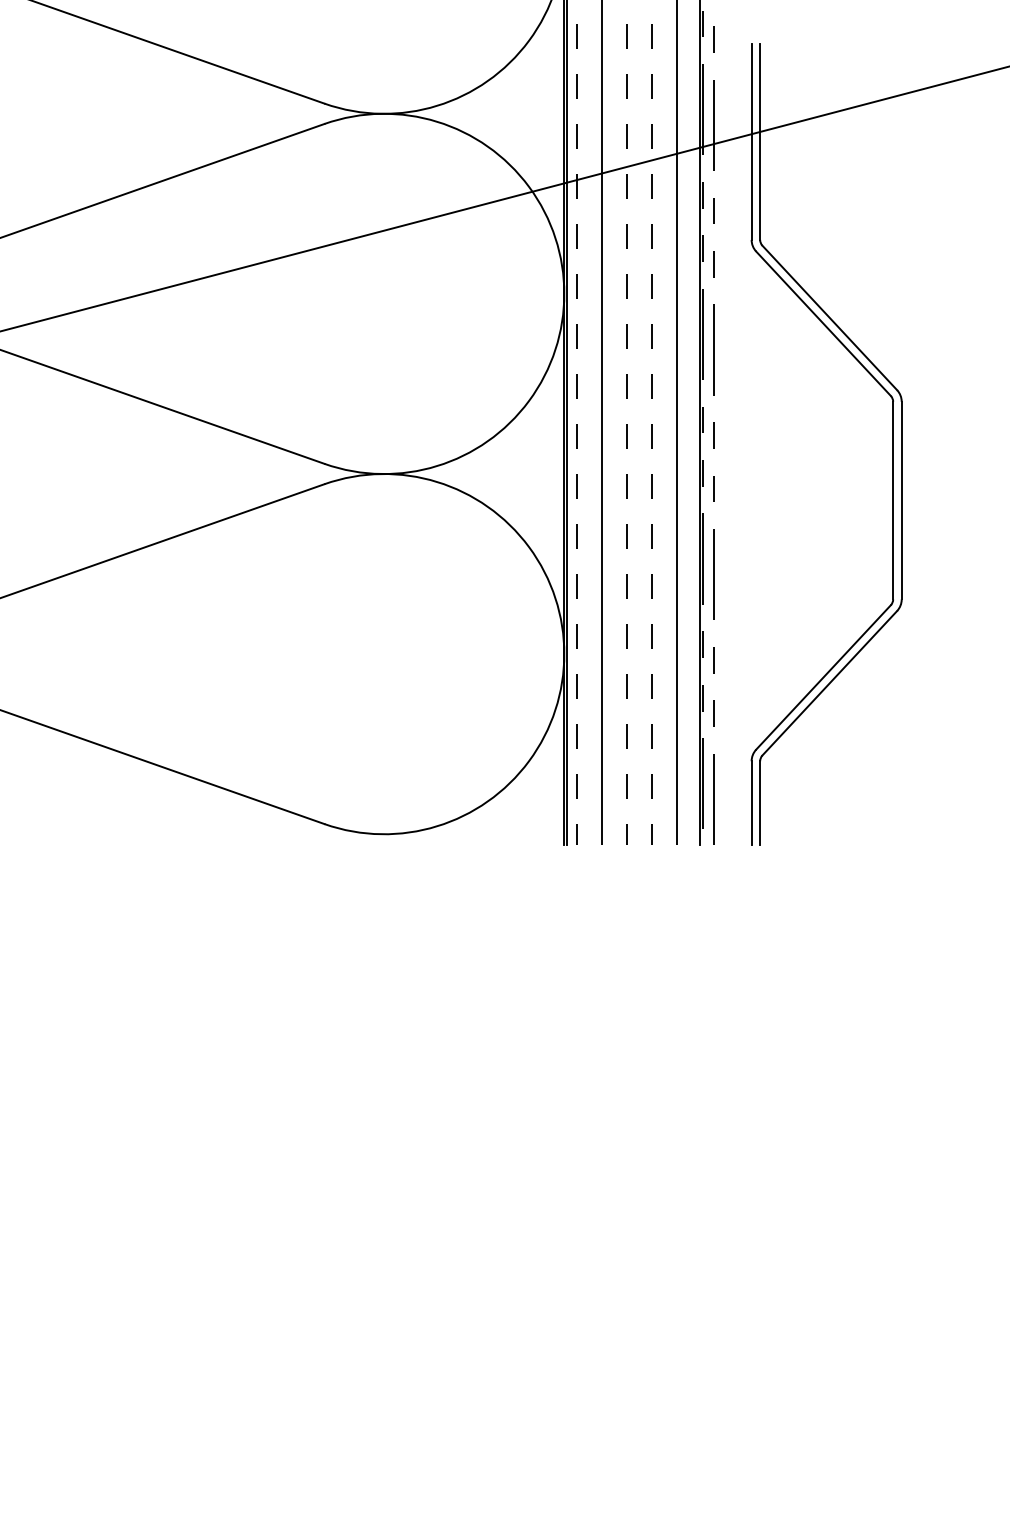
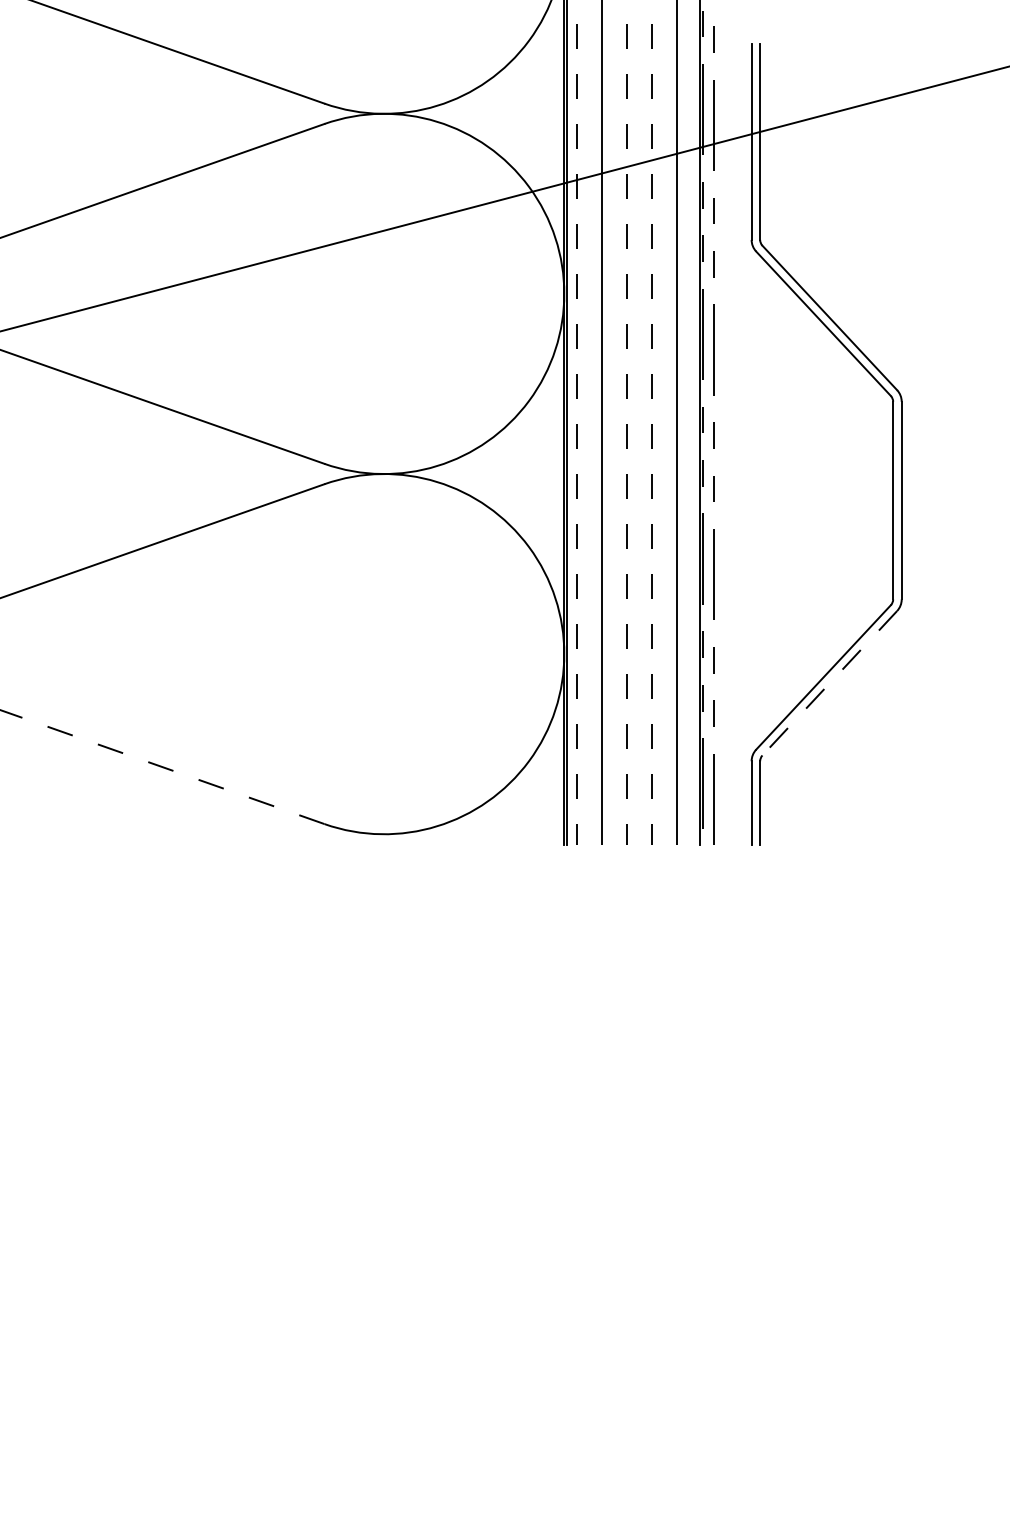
line at (829, 683): solid -> dashed
line at (162, 767): solid -> dashed
